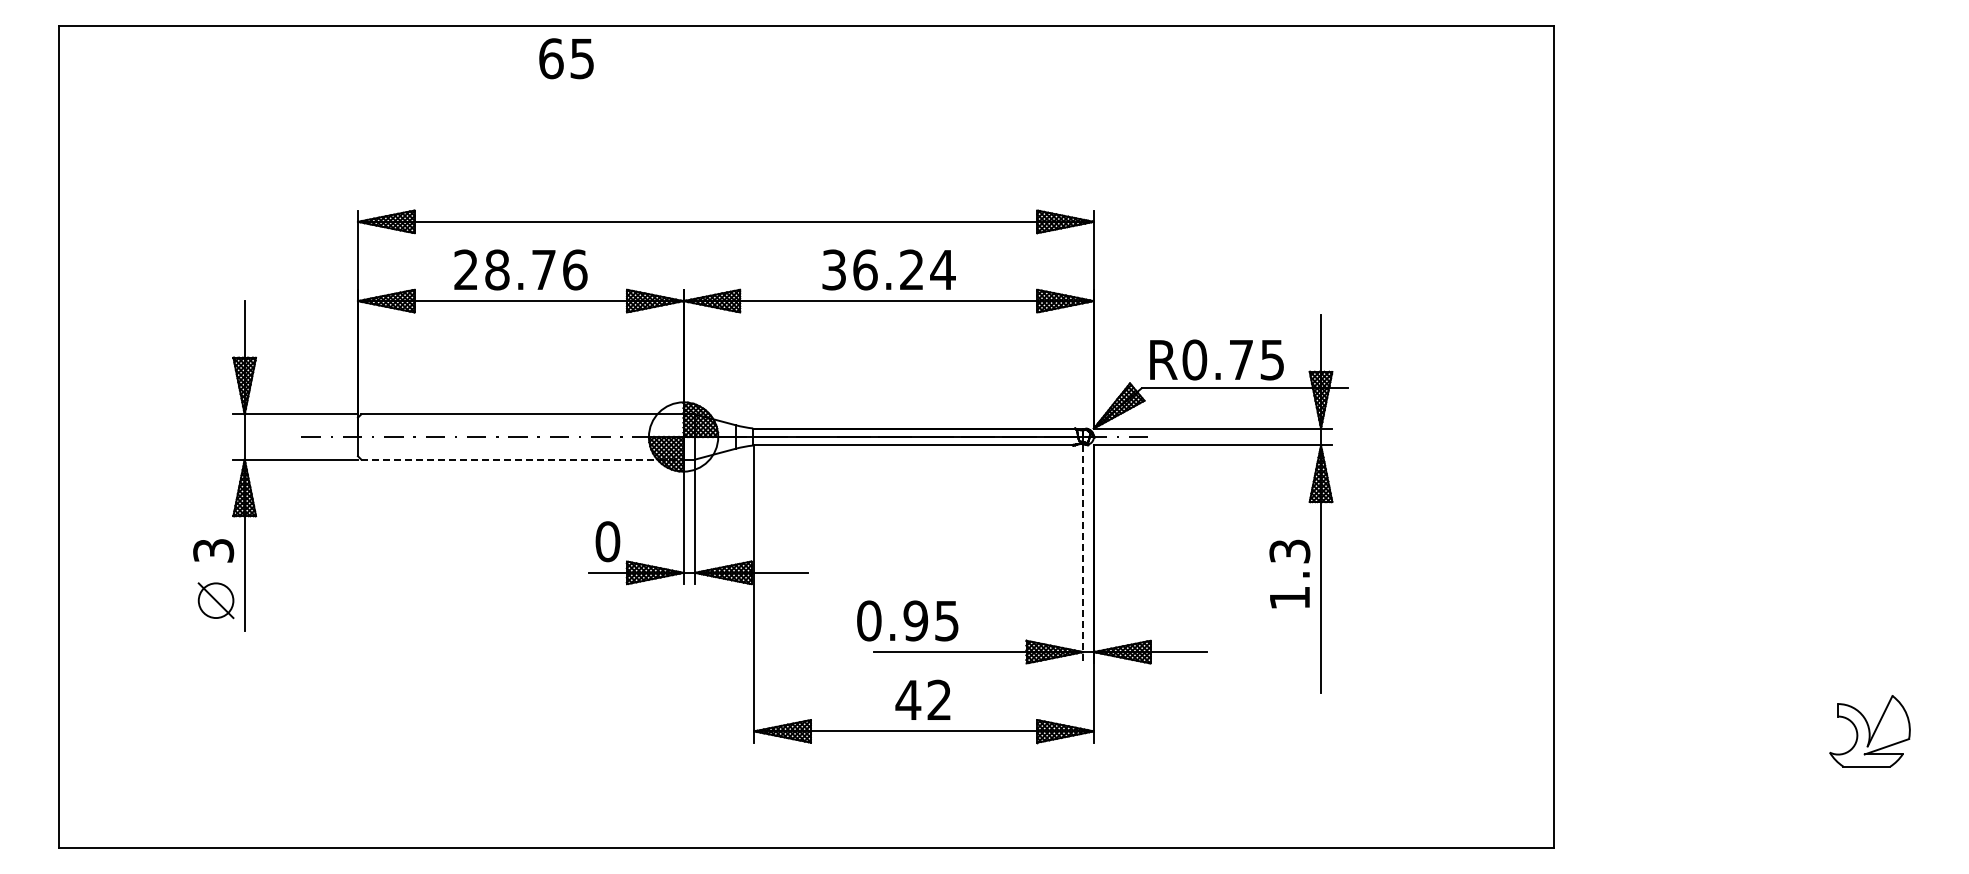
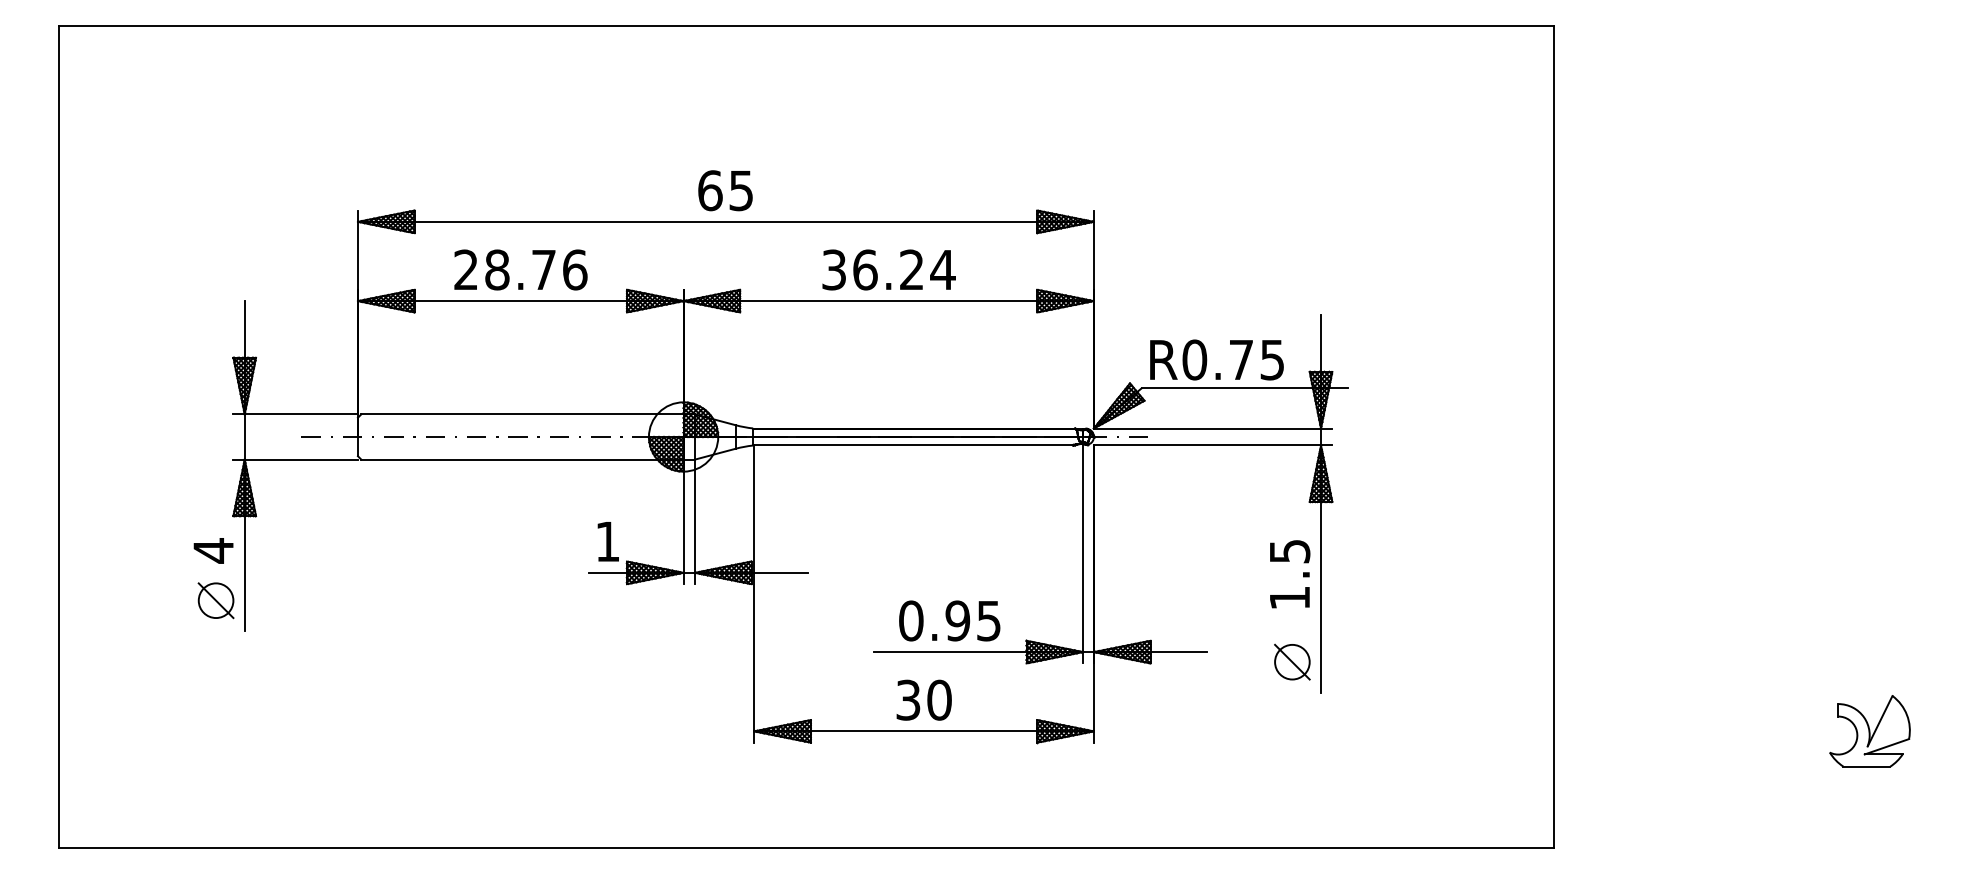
text at (566, 58) position: (566, 58) -> (725, 190)
line at (522, 459): dashed -> solid
text at (607, 541): 0 -> 1
text at (213, 550): 3 -> 4
text at (1289, 550): 1.3 -> 1.5
line at (1083, 554): dashed -> solid
text at (907, 620) position: (907, 620) -> (949, 620)
part at (1292, 661): none -> present
text at (923, 699): 42 -> 30
